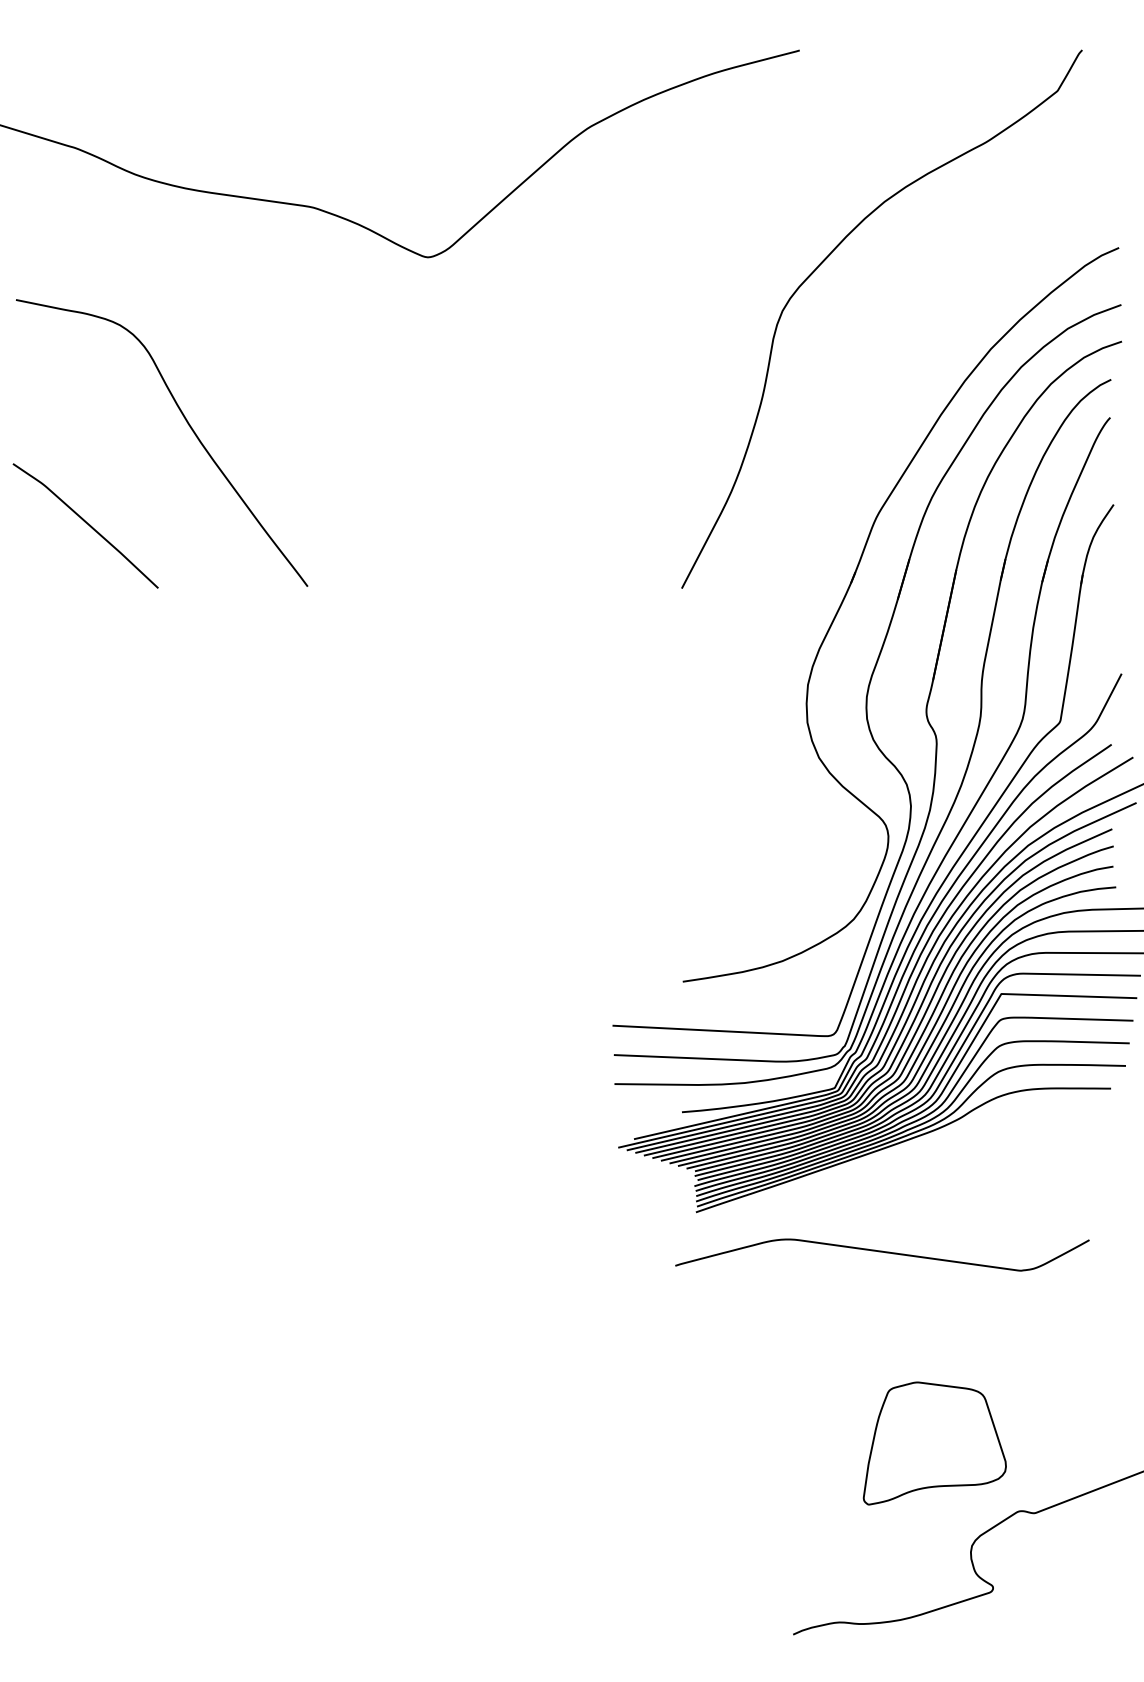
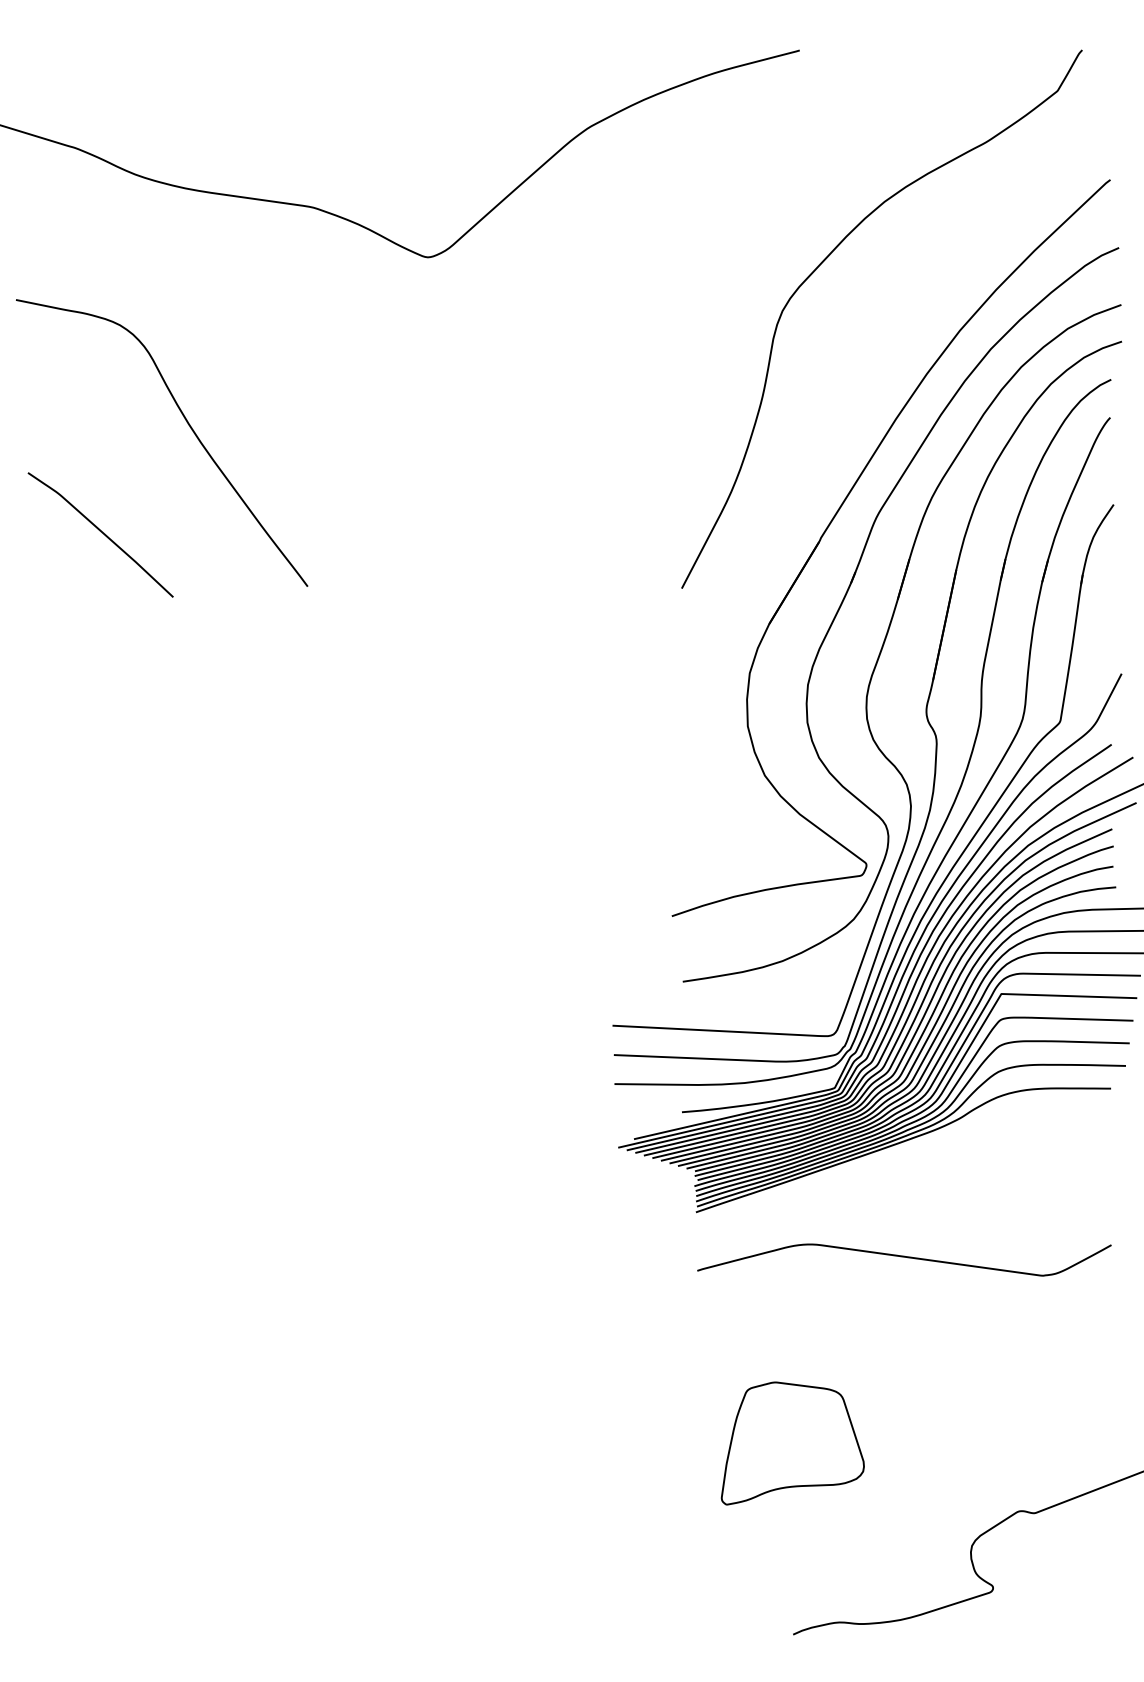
part at (838, 512): none -> present
curve at (85, 523) position: (85, 523) -> (100, 532)
curve at (882, 1252) position: (882, 1252) -> (904, 1257)
part at (934, 1443) position: (934, 1443) -> (792, 1443)
